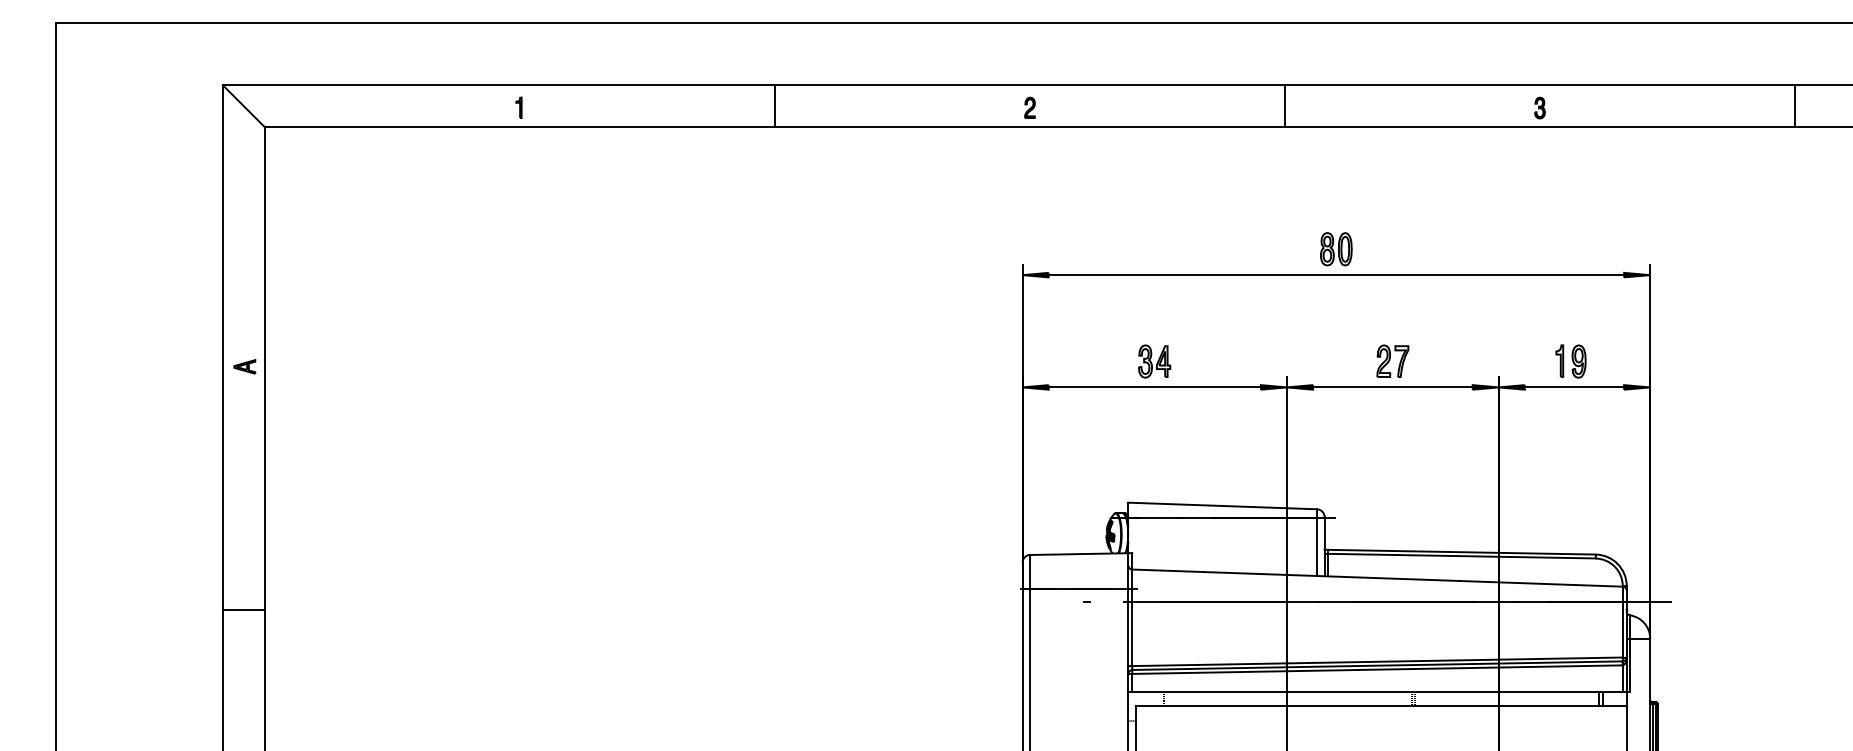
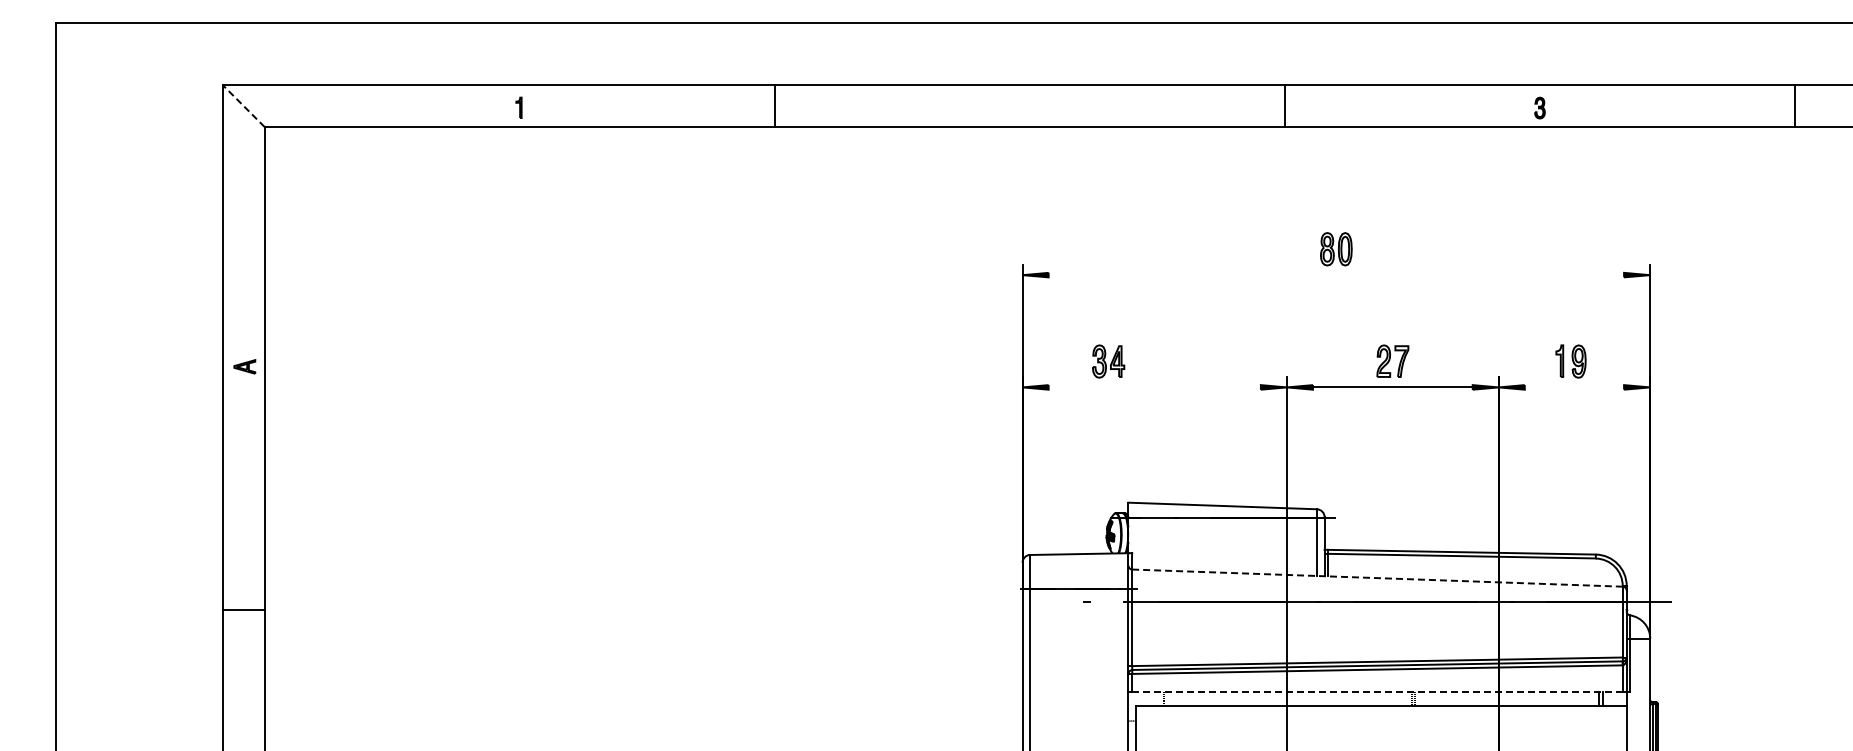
line at (243, 106): solid -> dashed
part at (1029, 107): present -> none
line at (1336, 275): present -> none
part at (1154, 361) position: (1154, 361) -> (1108, 361)
line at (1154, 387): present -> none
line at (1574, 387): present -> none
line at (1377, 578): solid -> dashed
line at (1378, 691): solid -> dashed
